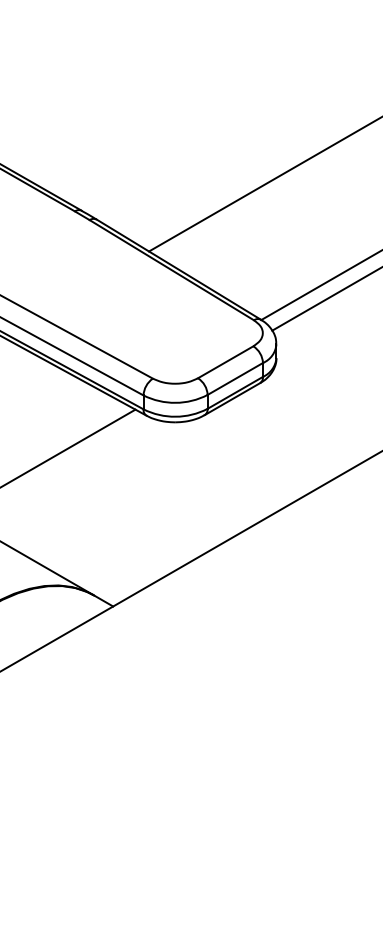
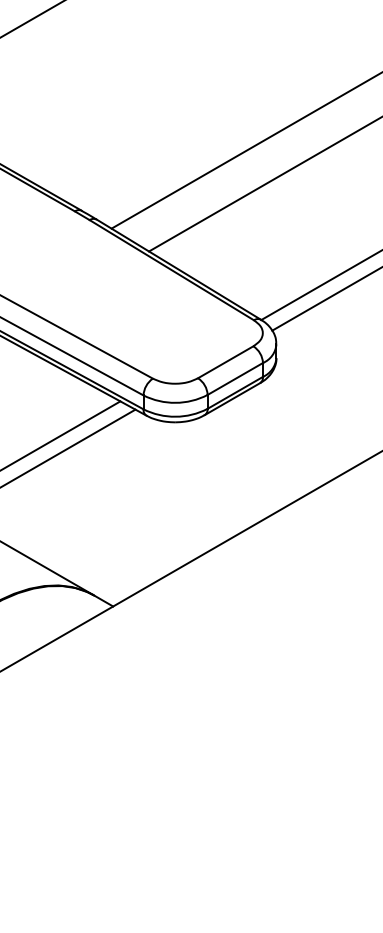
line at (32, 19): none -> present
line at (245, 151): none -> present
line at (61, 435): none -> present
